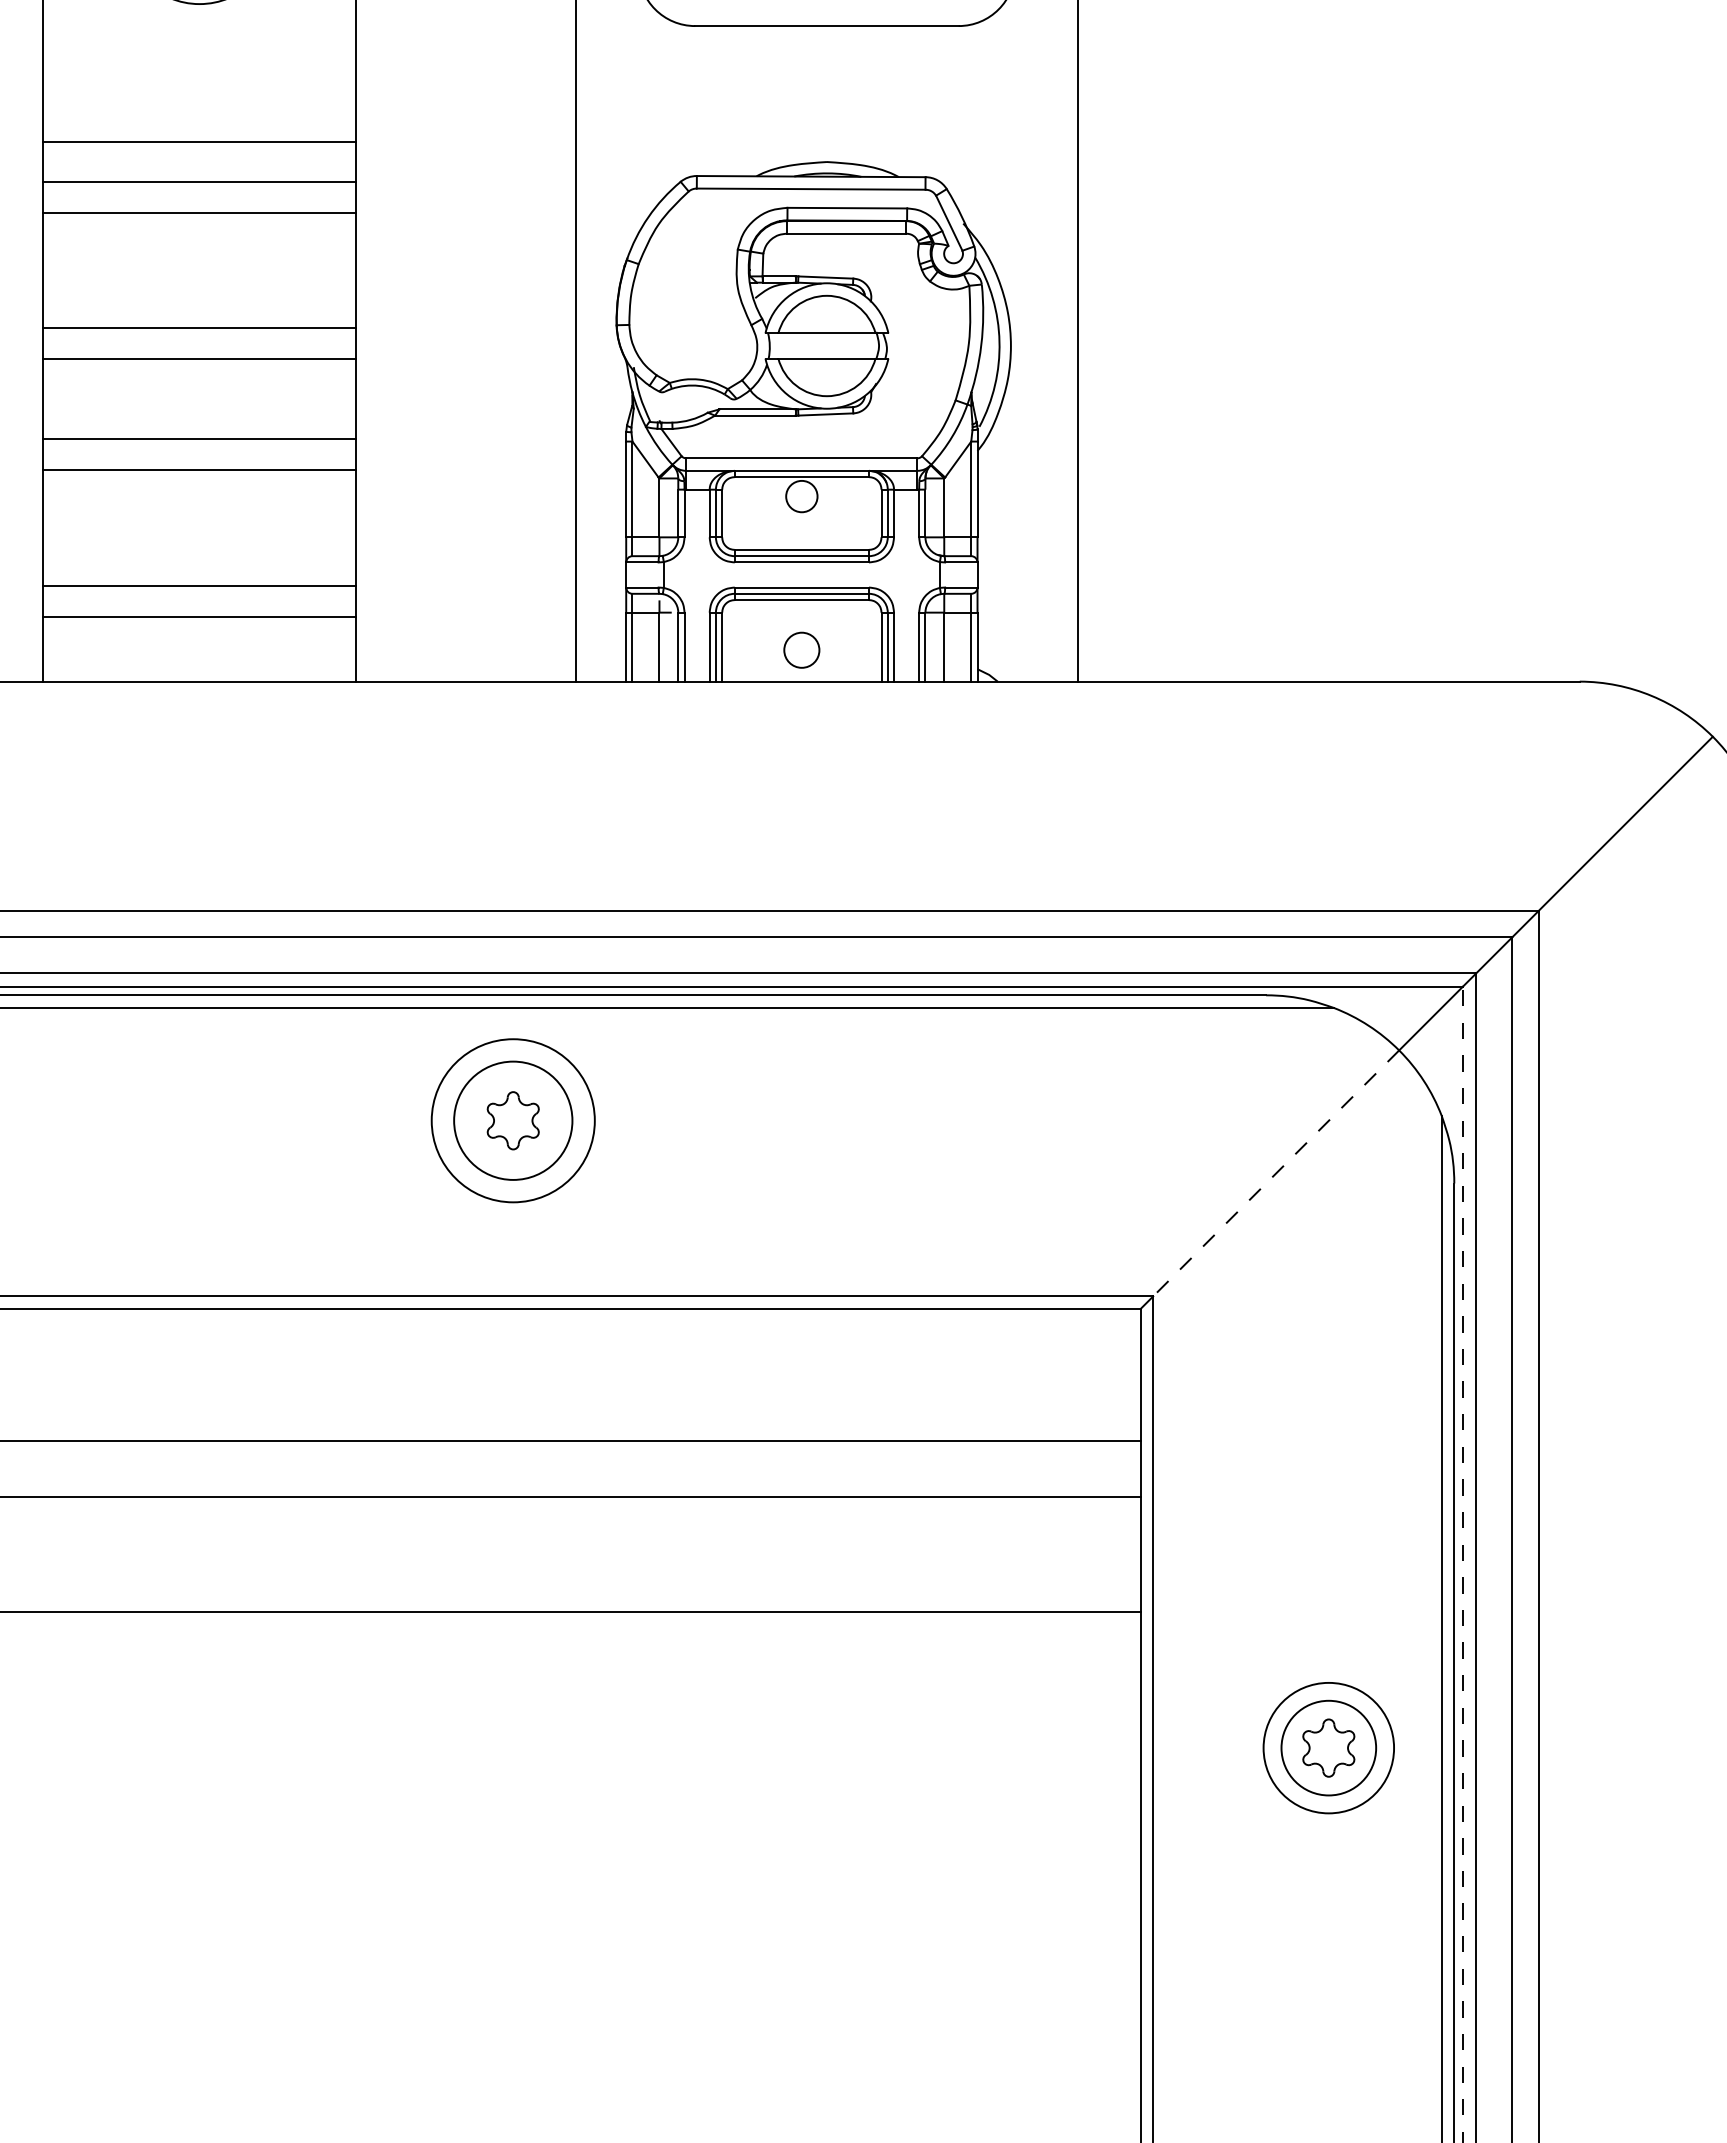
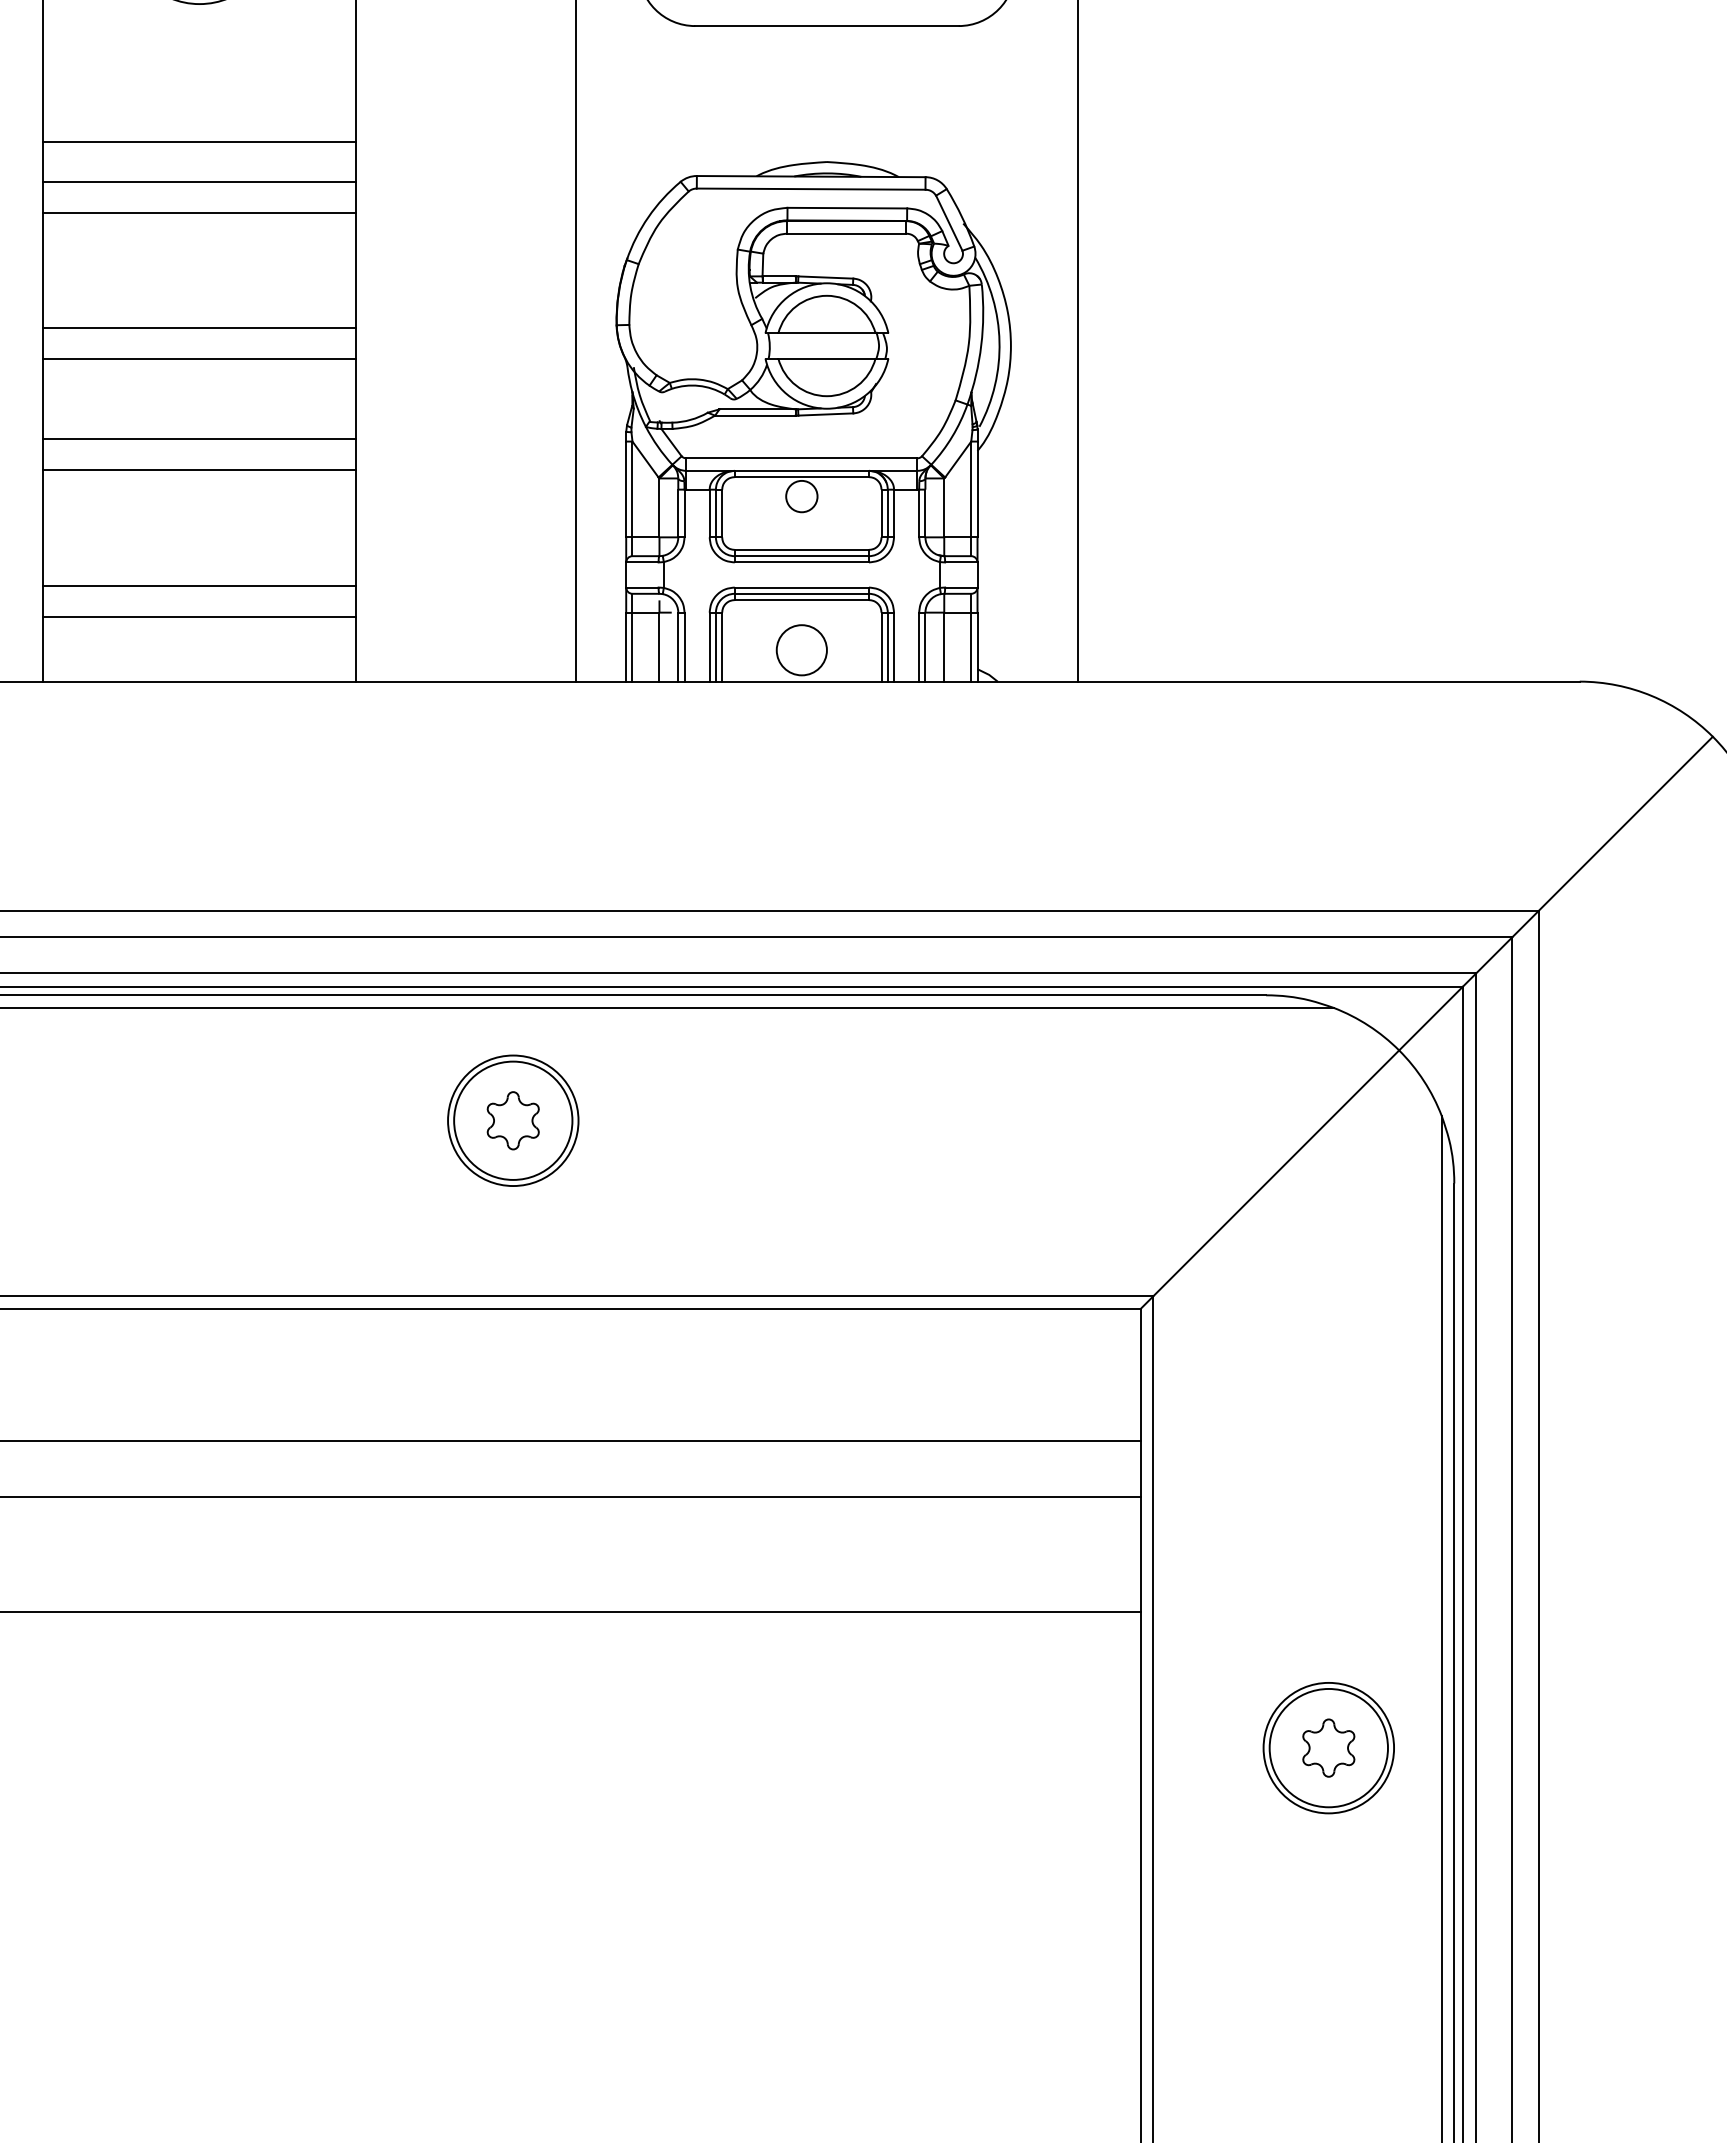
circle at (801, 649) diameter: 35 px -> 50 px
circle at (512, 1120) diameter: 163 px -> 130 px
line at (1276, 1173): dashed -> solid
line at (1462, 1564): dashed -> solid
circle at (1328, 1747) diameter: 95 px -> 118 px
